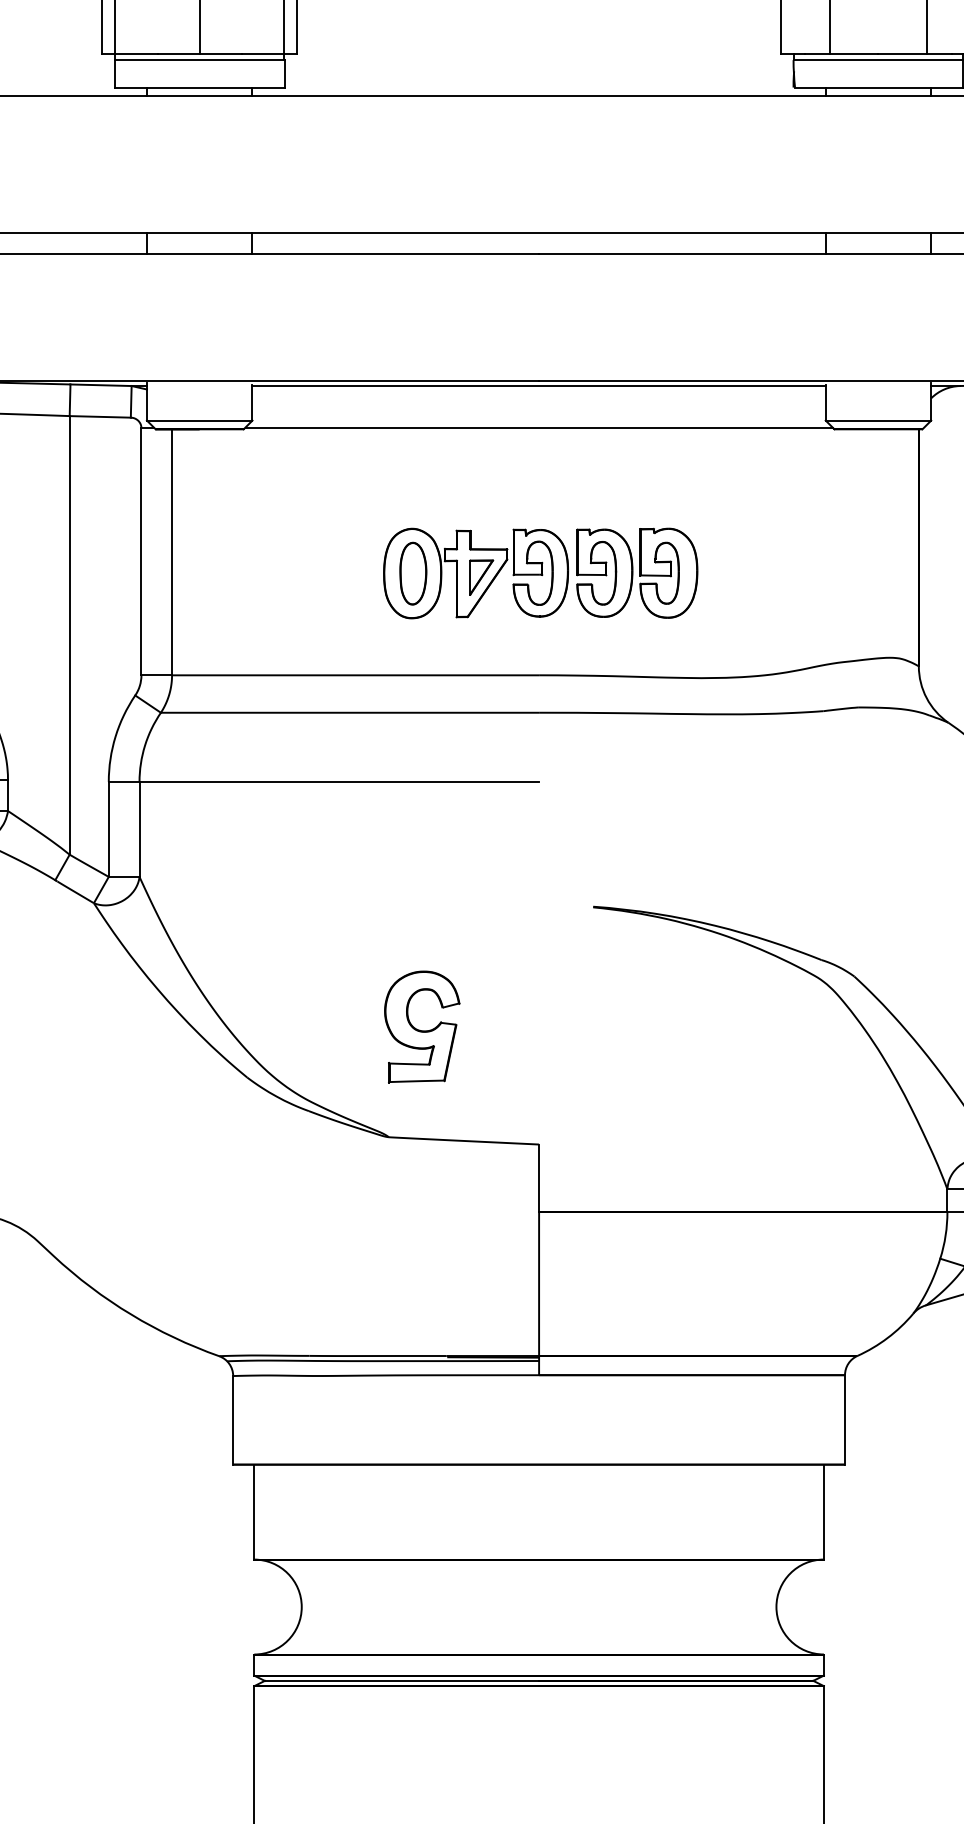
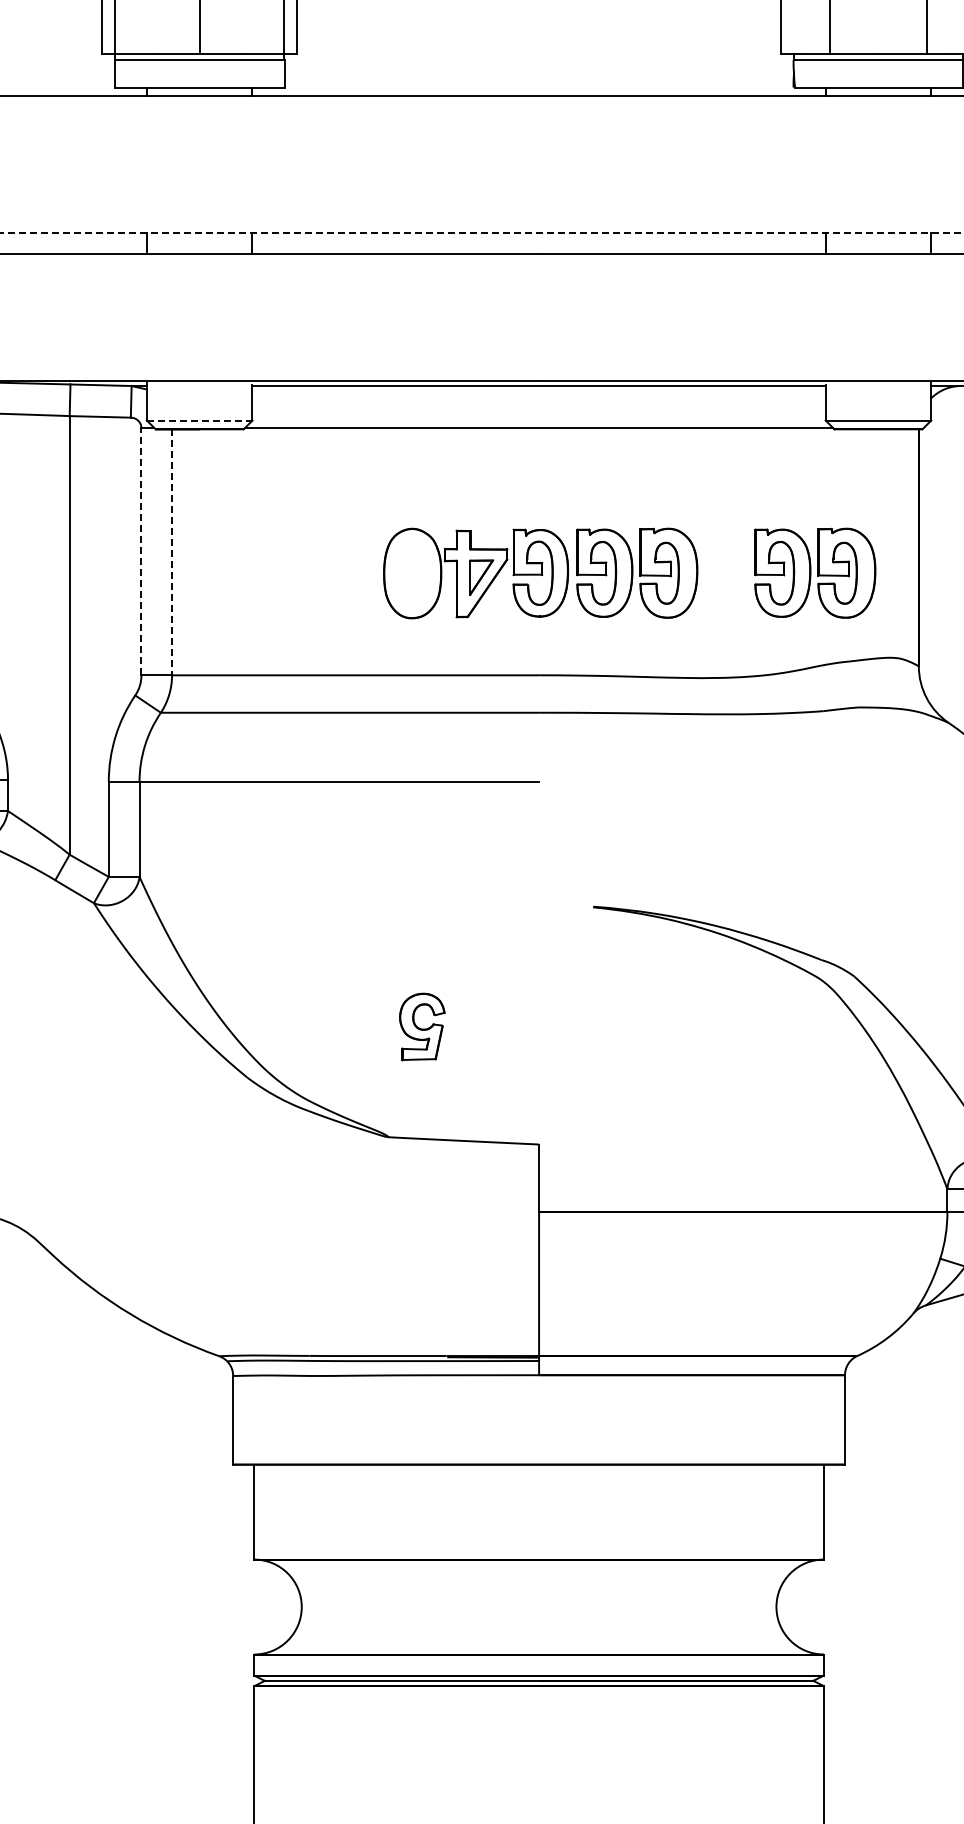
line at (481, 233): solid -> dashed
line at (199, 420): solid -> dashed
line at (141, 551): solid -> dashed
line at (172, 552): solid -> dashed
part at (815, 572): none -> present
part at (413, 573): present -> none
part at (422, 1026) size: 77x114 px -> 47x70 px
